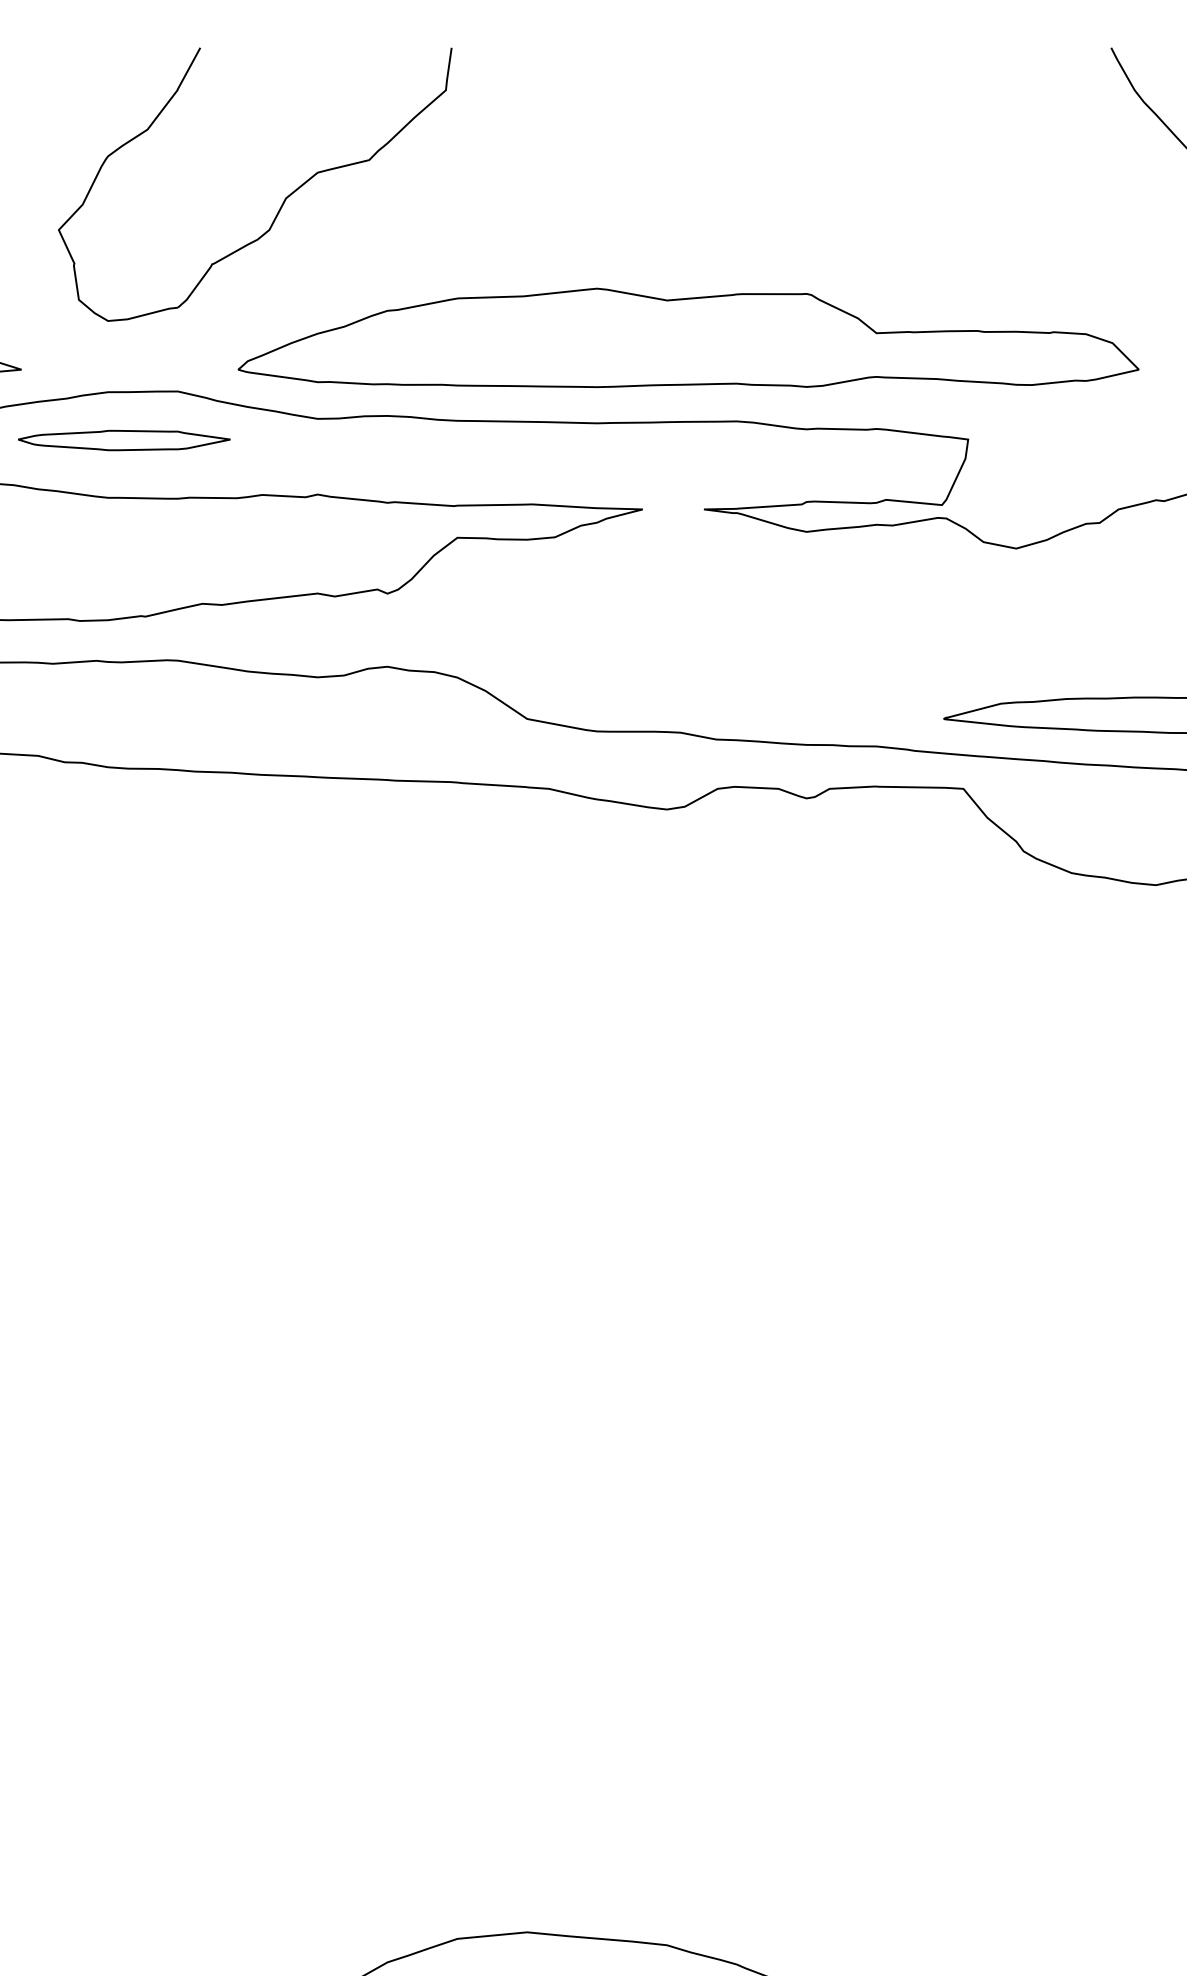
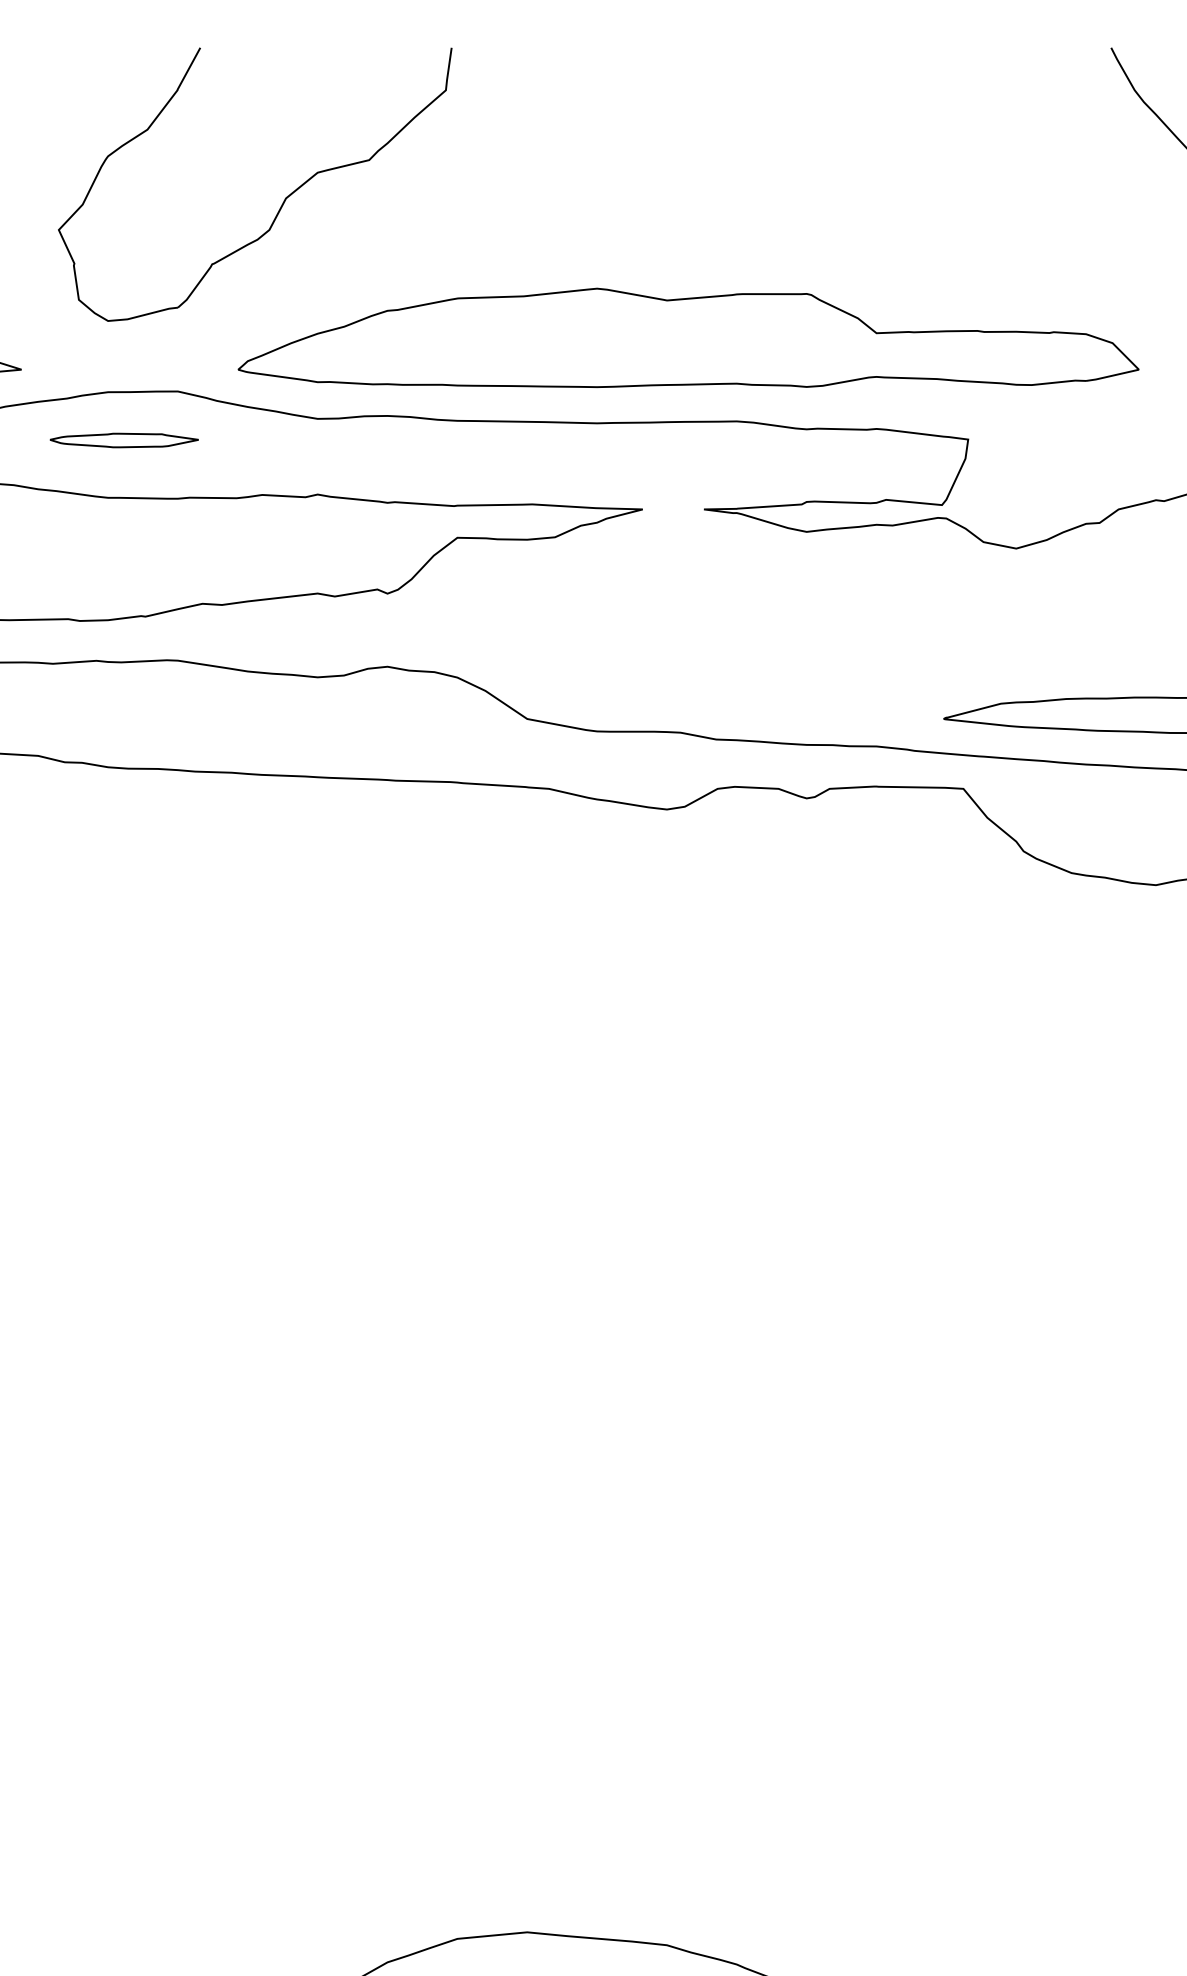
part at (124, 440) size: 213x23 px -> 150x17 px
